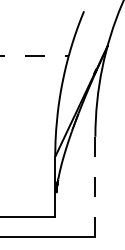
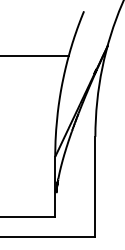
line at (34, 56): dashed -> solid
line at (95, 187): dashed -> solid
